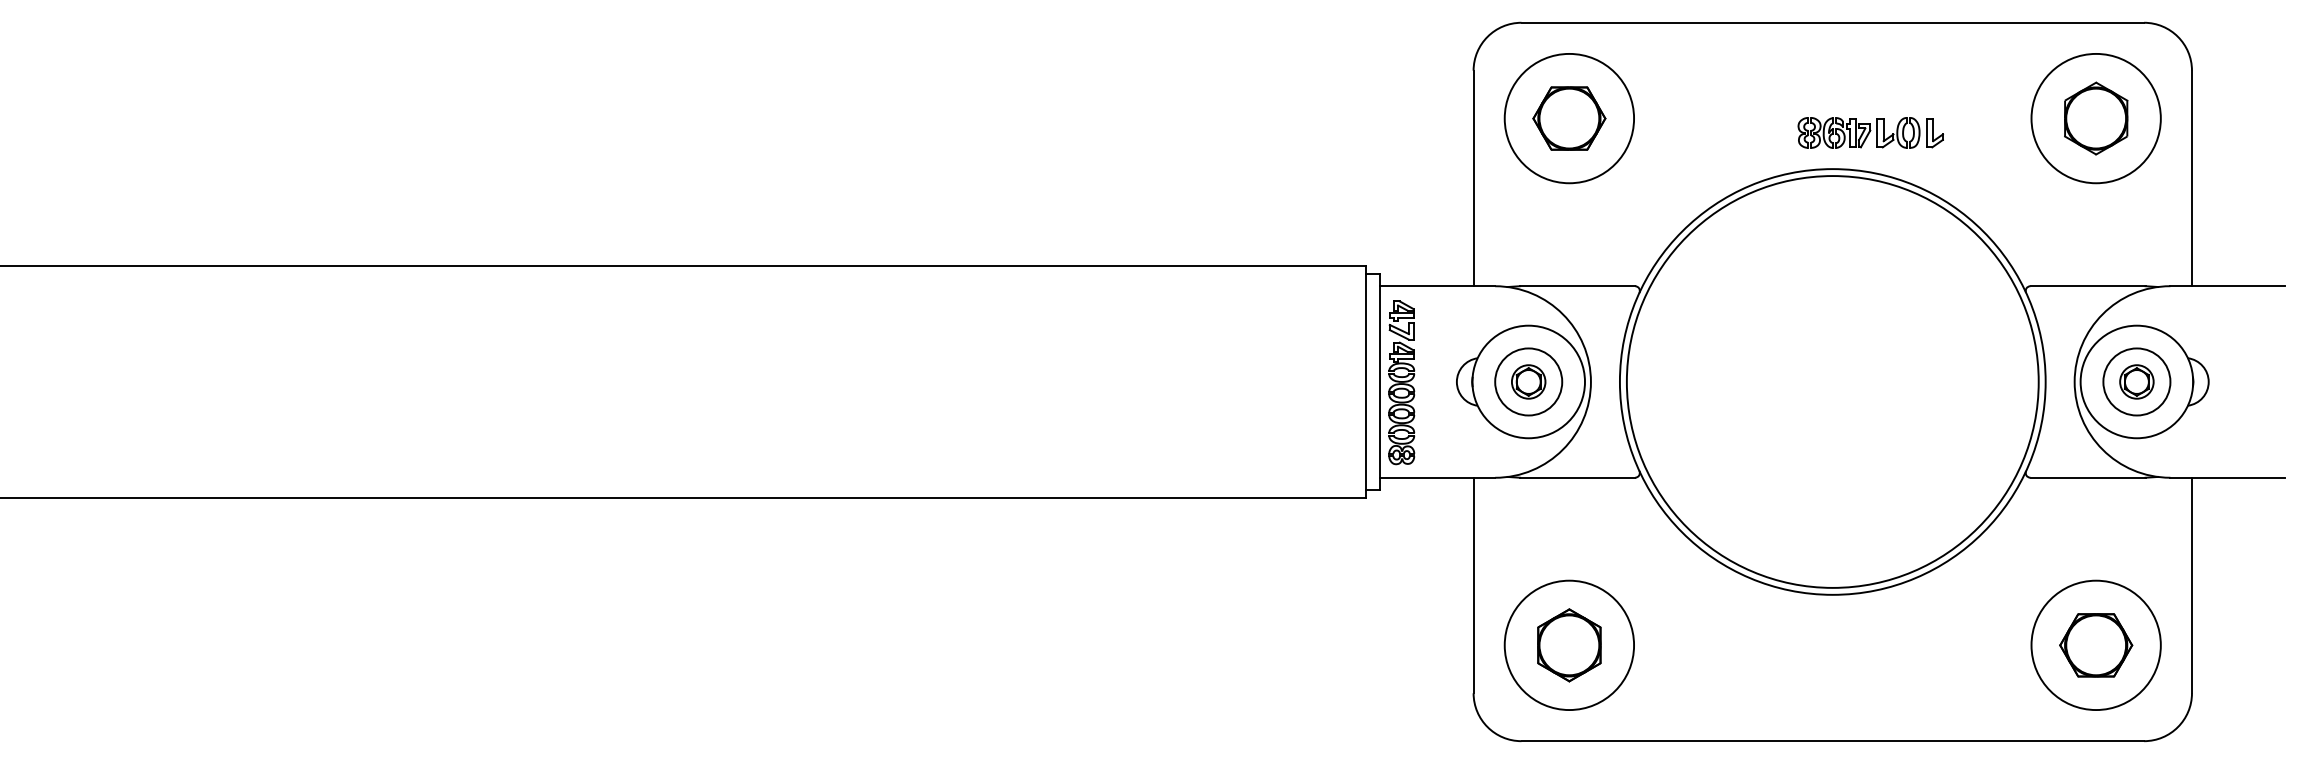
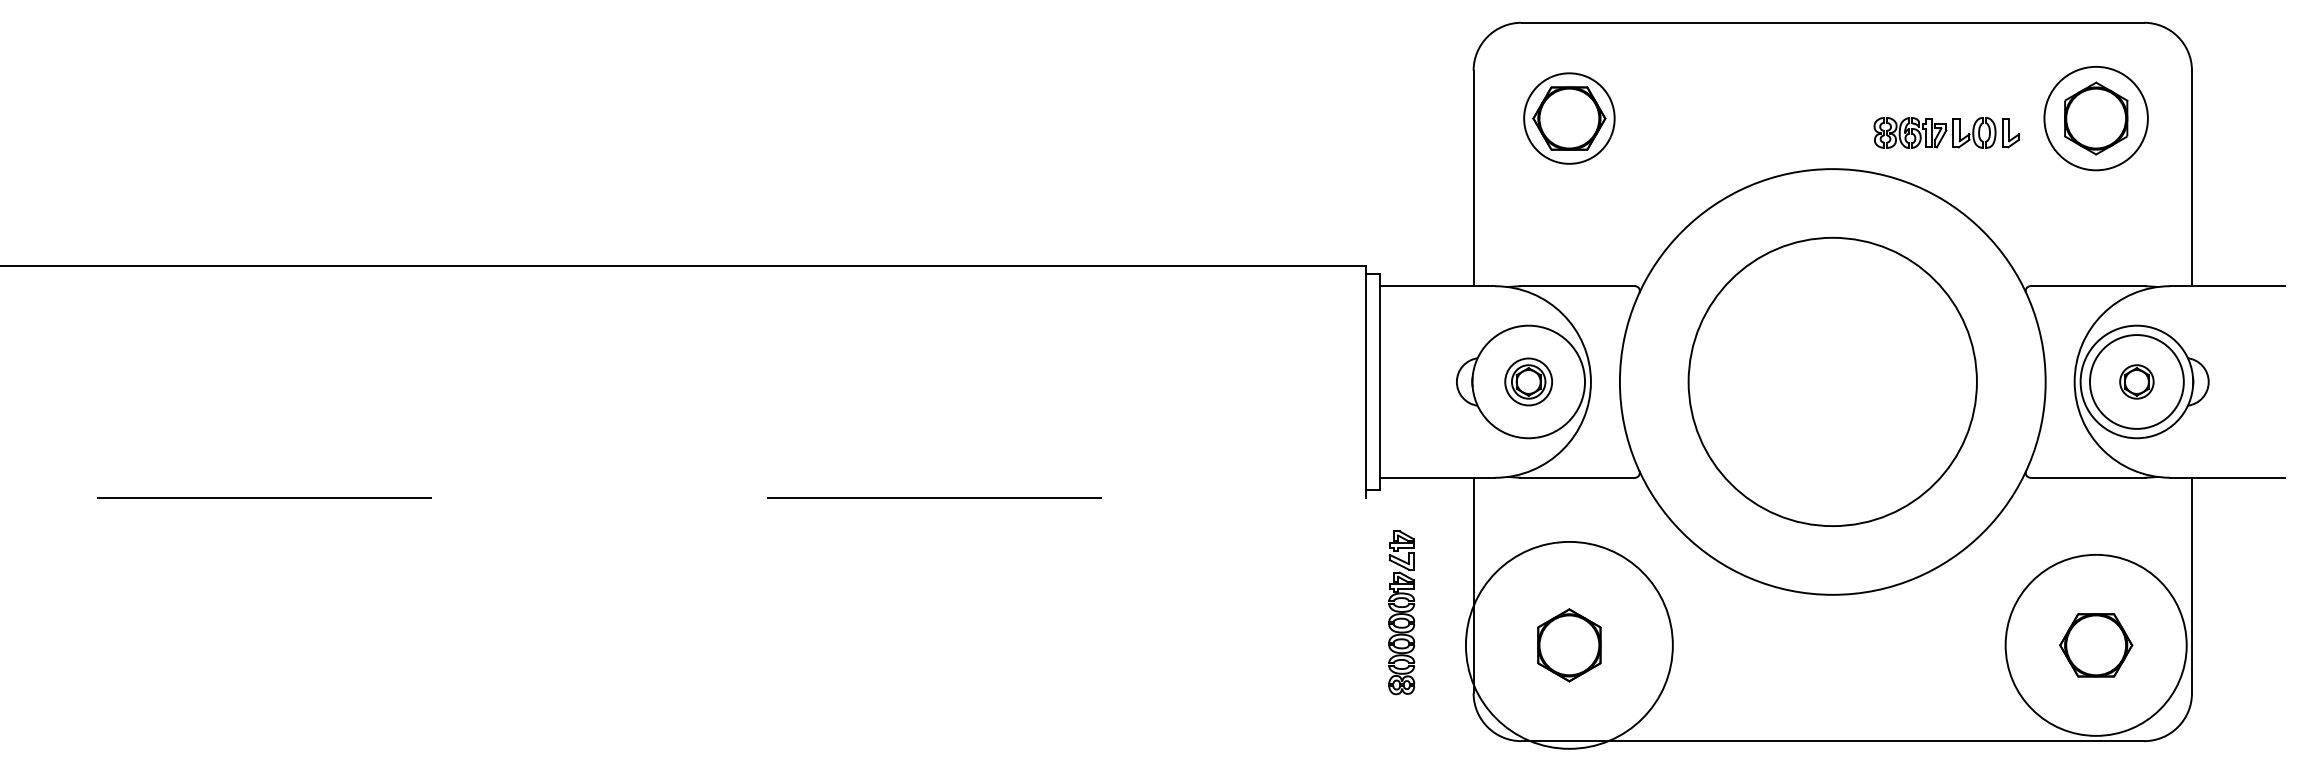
circle at (1569, 118) diameter: 129 px -> 91 px
circle at (2095, 118) diameter: 129 px -> 103 px
part at (1870, 132) position: (1870, 132) -> (1946, 132)
circle at (1528, 381) diameter: 67 px -> 47 px
circle at (1832, 381) diameter: 412 px -> 288 px
circle at (2136, 381) diameter: 67 px -> 94 px
part at (1401, 382) position: (1401, 382) -> (1401, 612)
line at (684, 497): solid -> dashed
circle at (1569, 645) diameter: 129 px -> 207 px
circle at (2095, 645) diameter: 129 px -> 181 px
